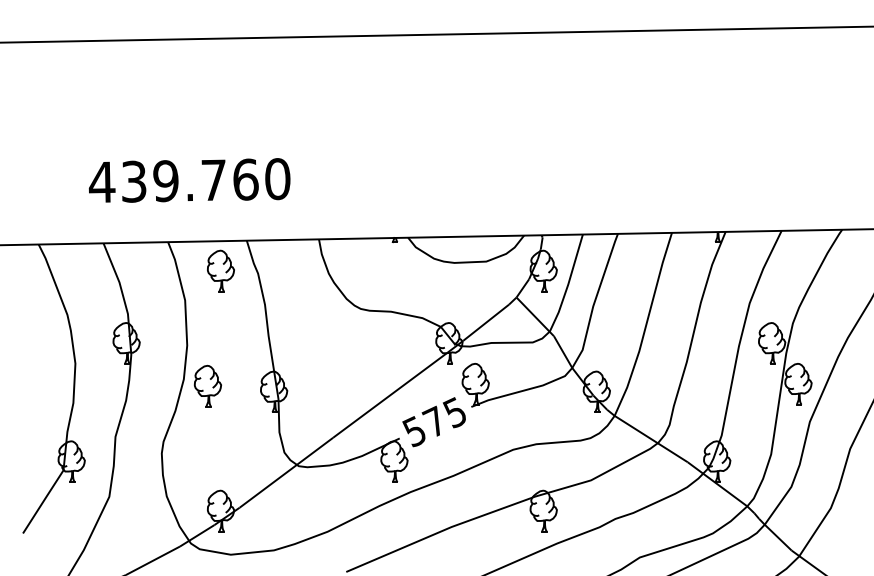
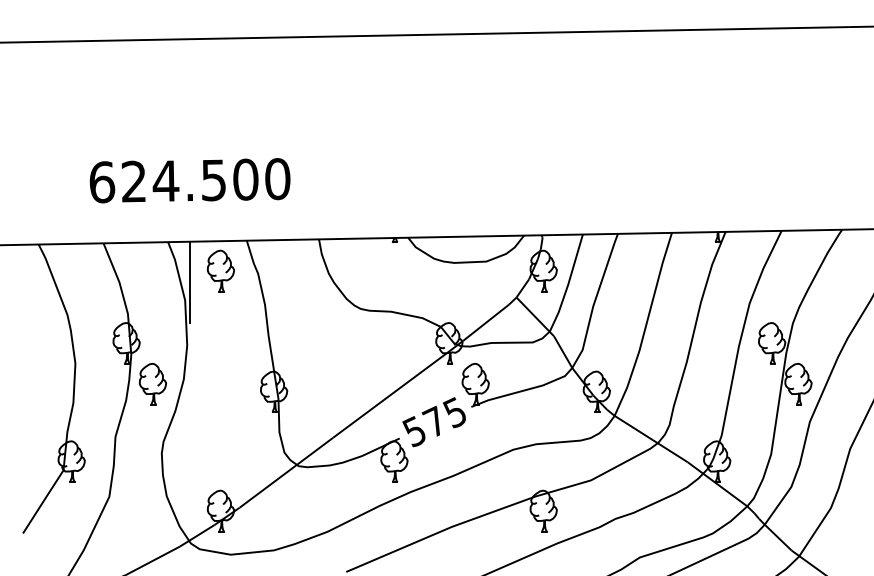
text at (173, 180): 439.760 -> 624.500
line at (190, 282): none -> present
part at (207, 385) position: (207, 385) -> (152, 383)
